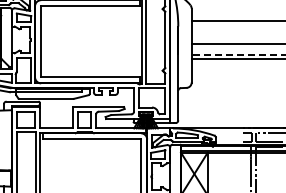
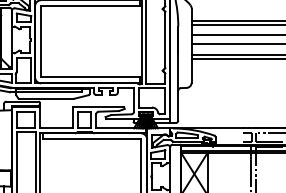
line at (236, 25): none -> present
line at (236, 35): none -> present
line at (238, 54): dashed -> solid
